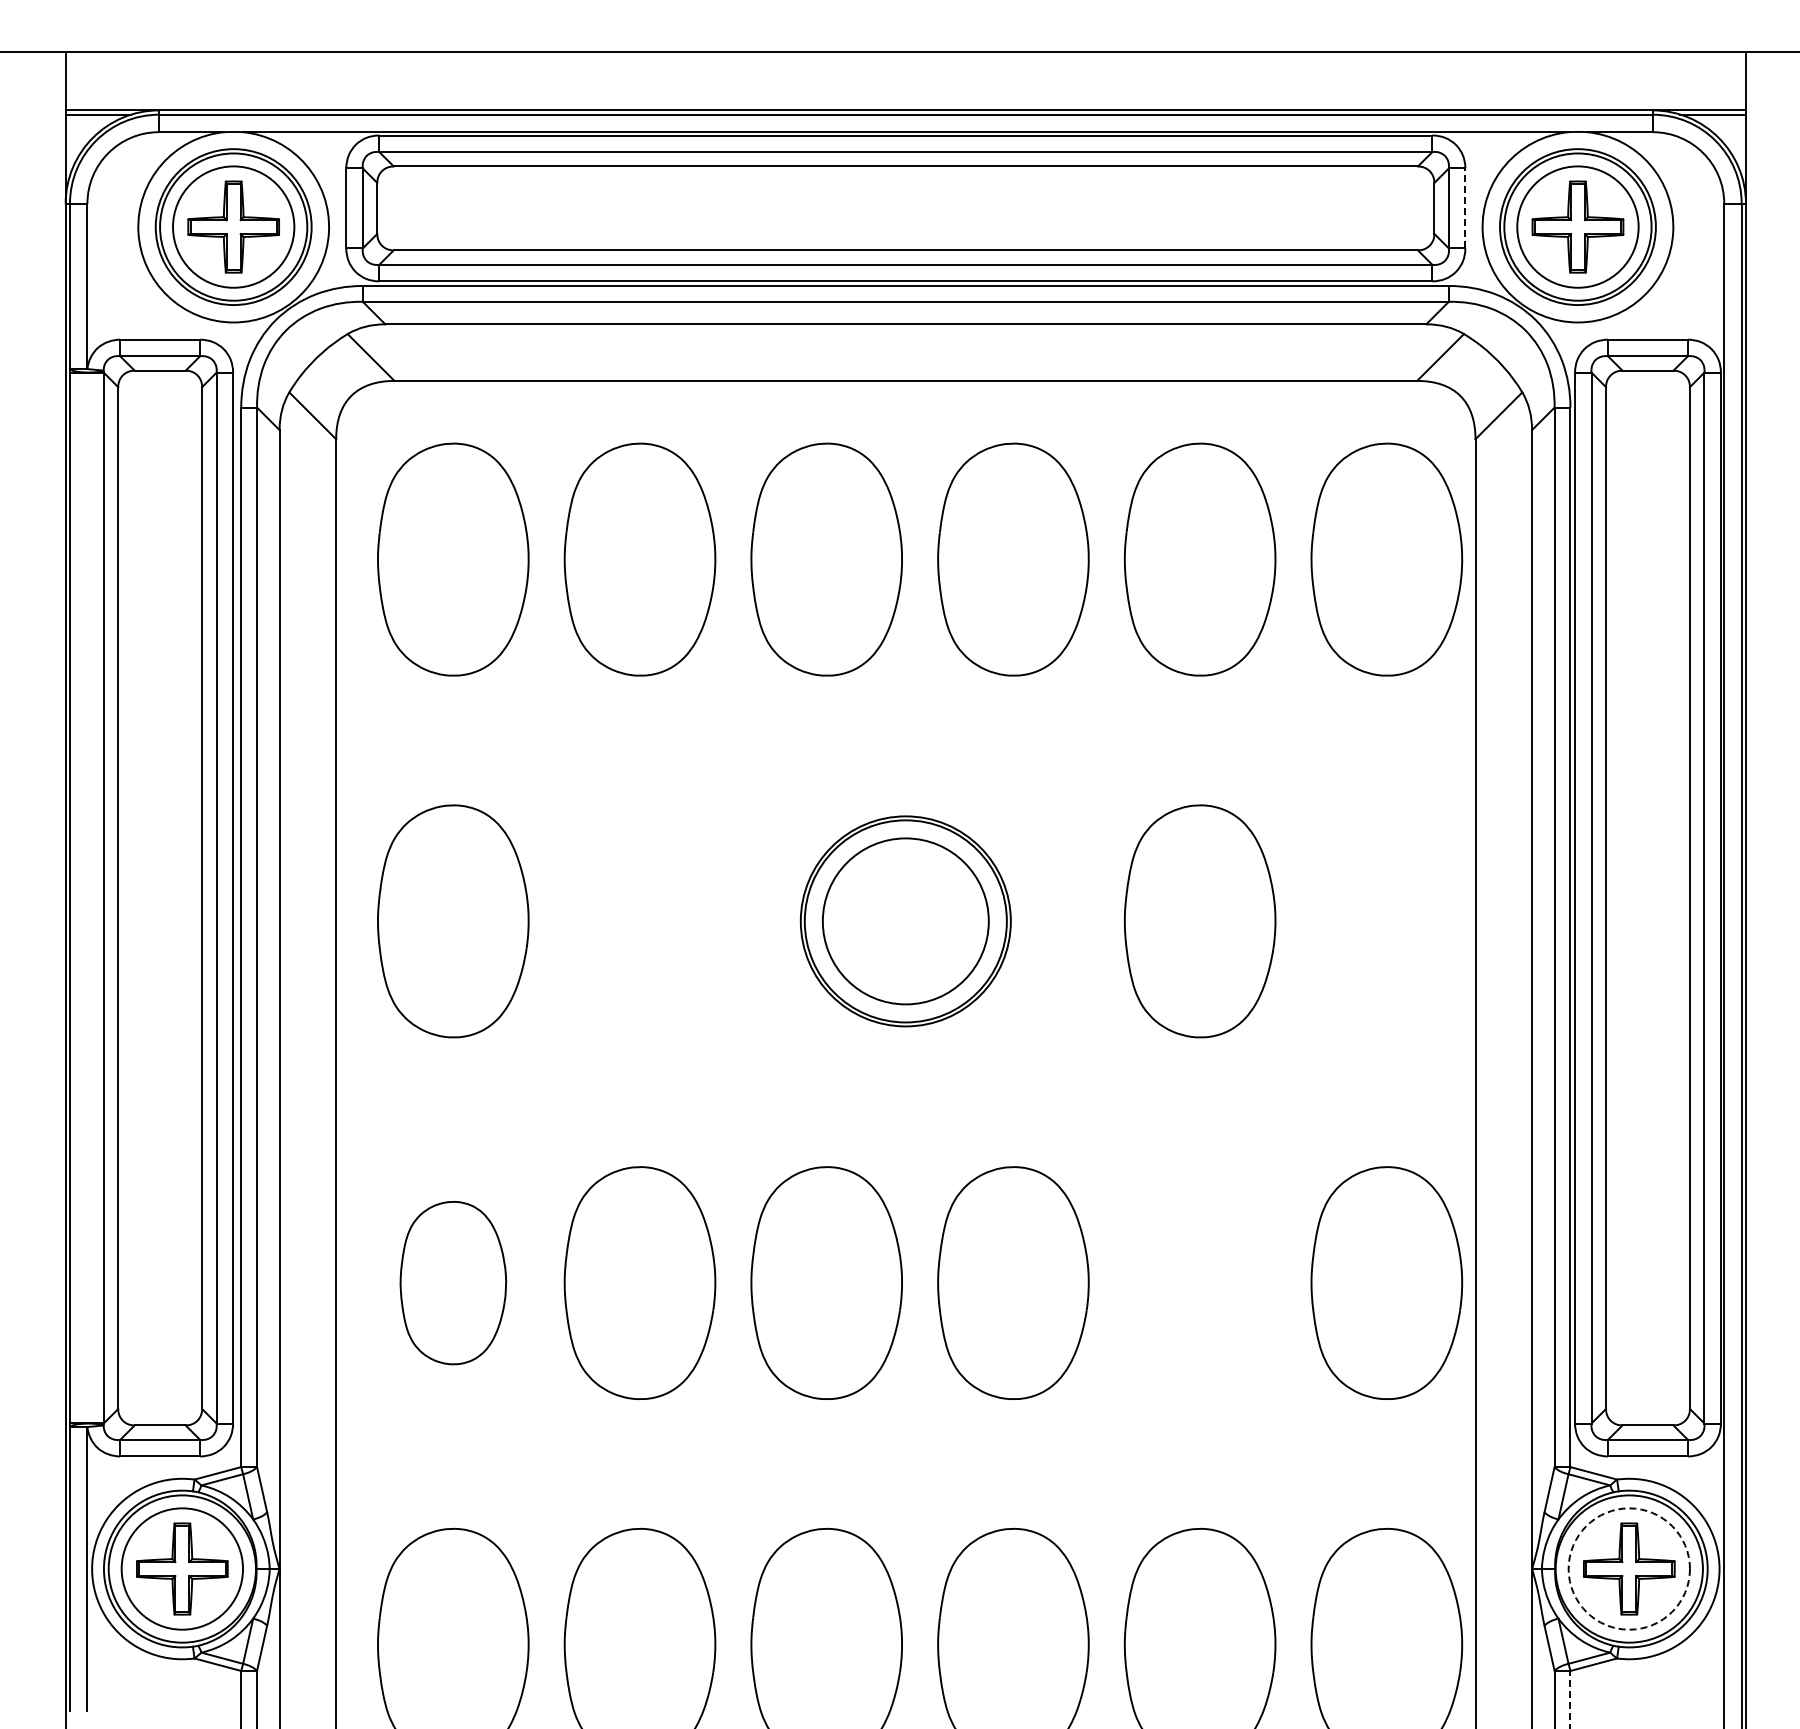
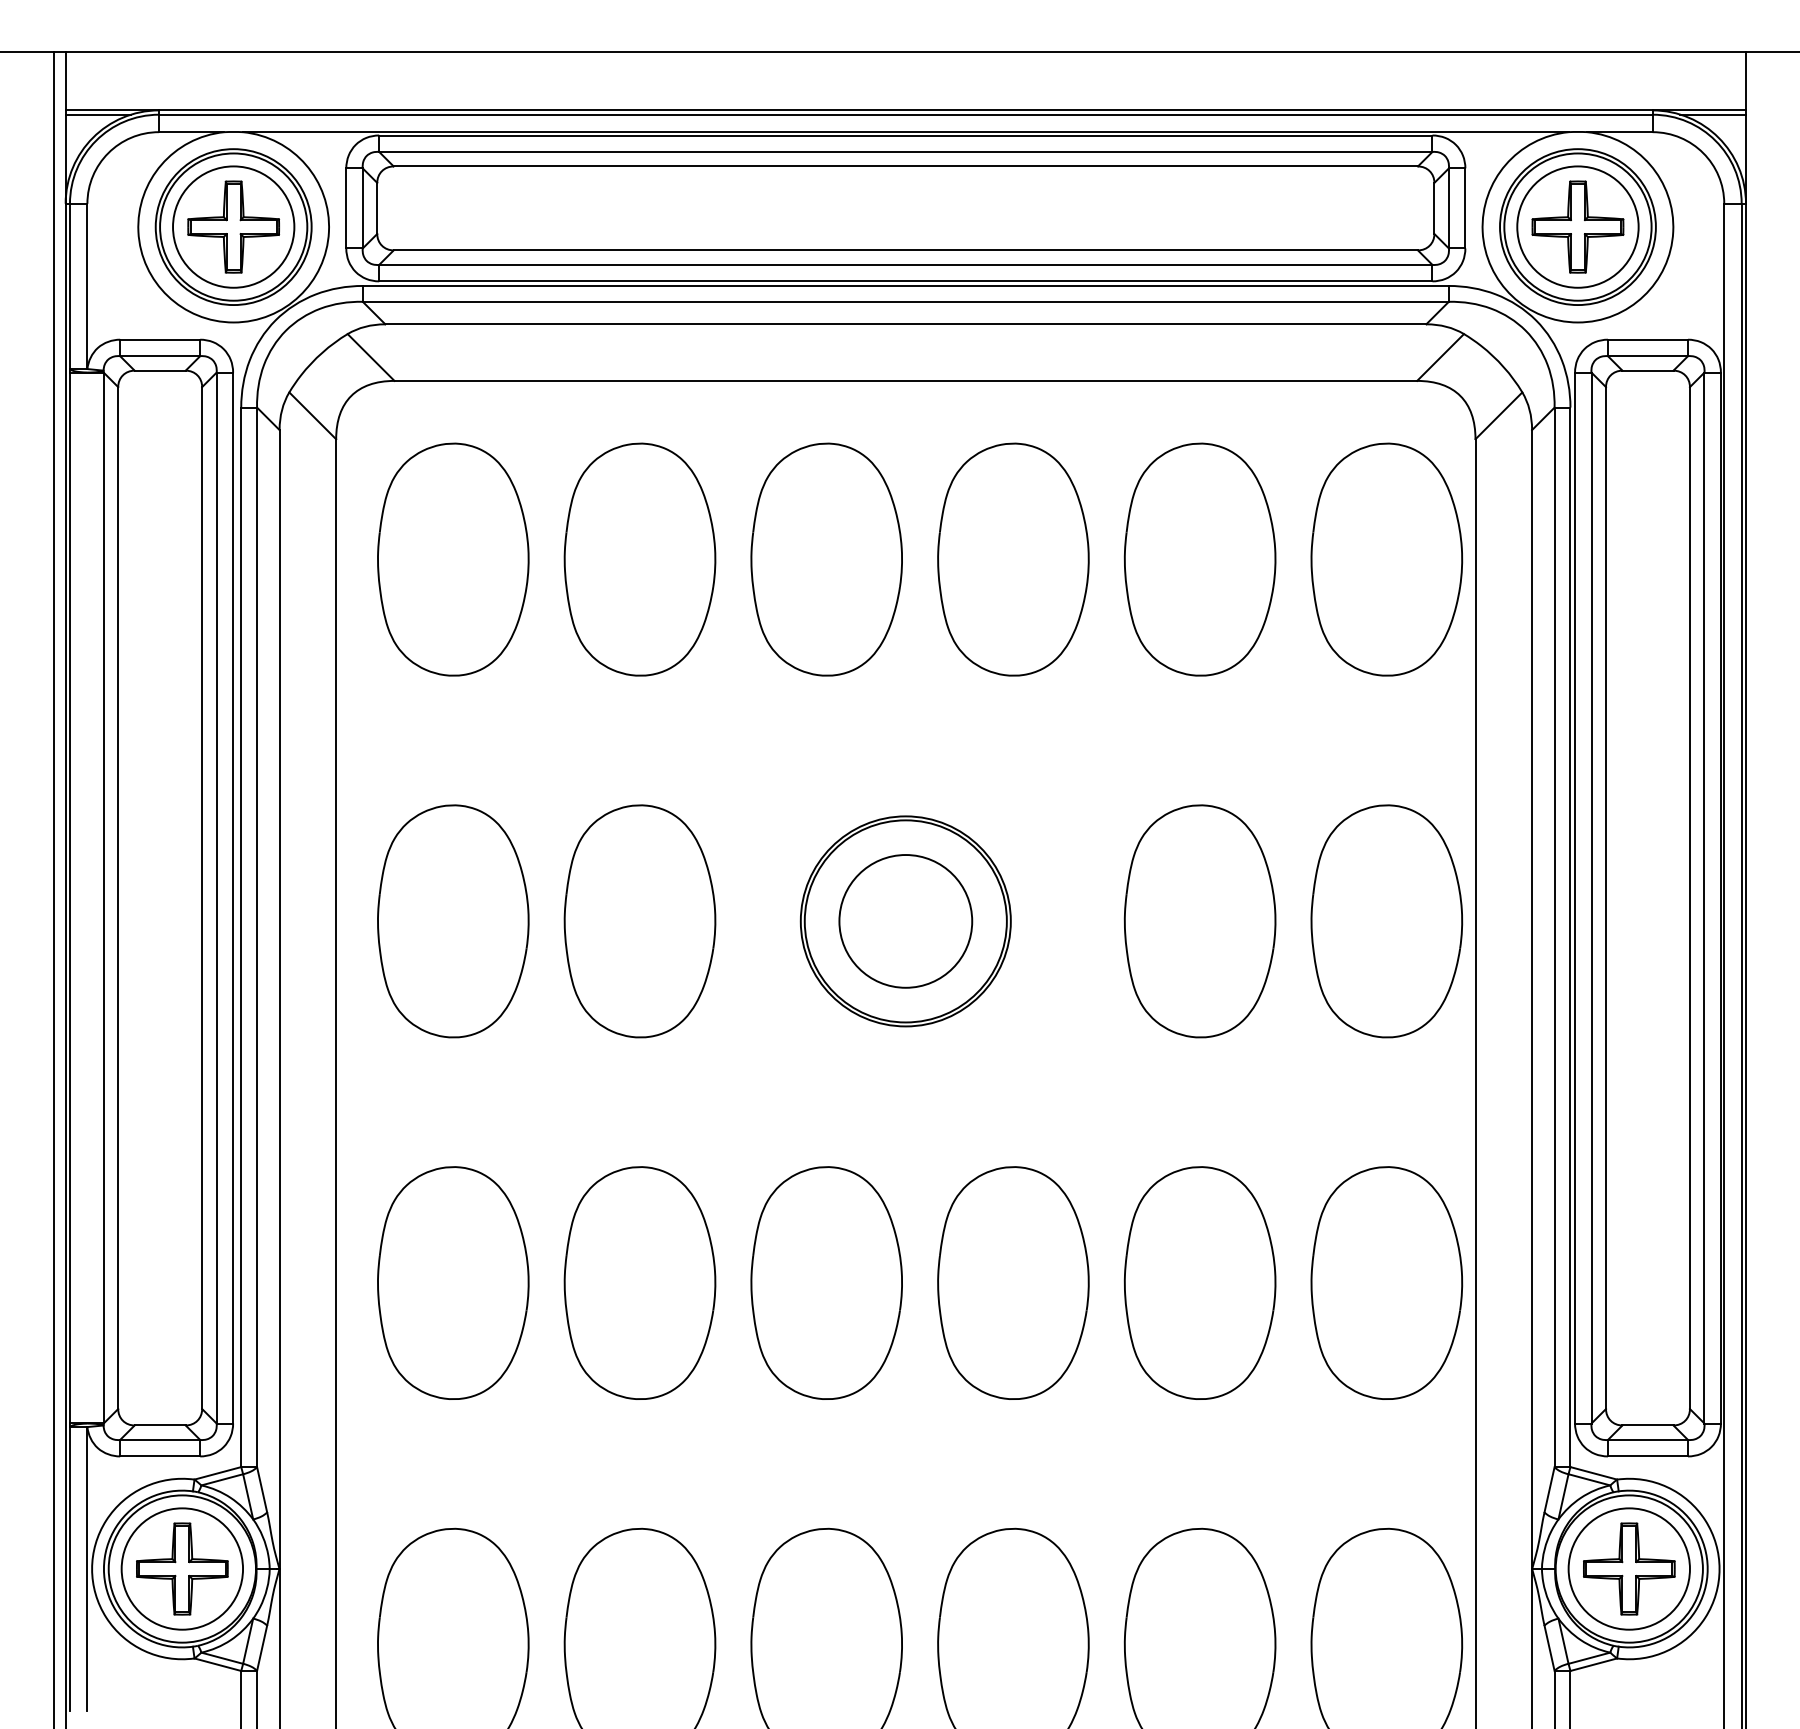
line at (1465, 207): dashed -> solid
line at (53, 888): none -> present
part at (639, 921): none -> present
circle at (905, 921) diameter: 166 px -> 133 px
part at (1386, 921): none -> present
part at (1199, 1282): none -> present
part at (453, 1283) size: 109x165 px -> 153x234 px
circle at (1628, 1568): dashed -> solid
line at (1570, 1699): dashed -> solid
